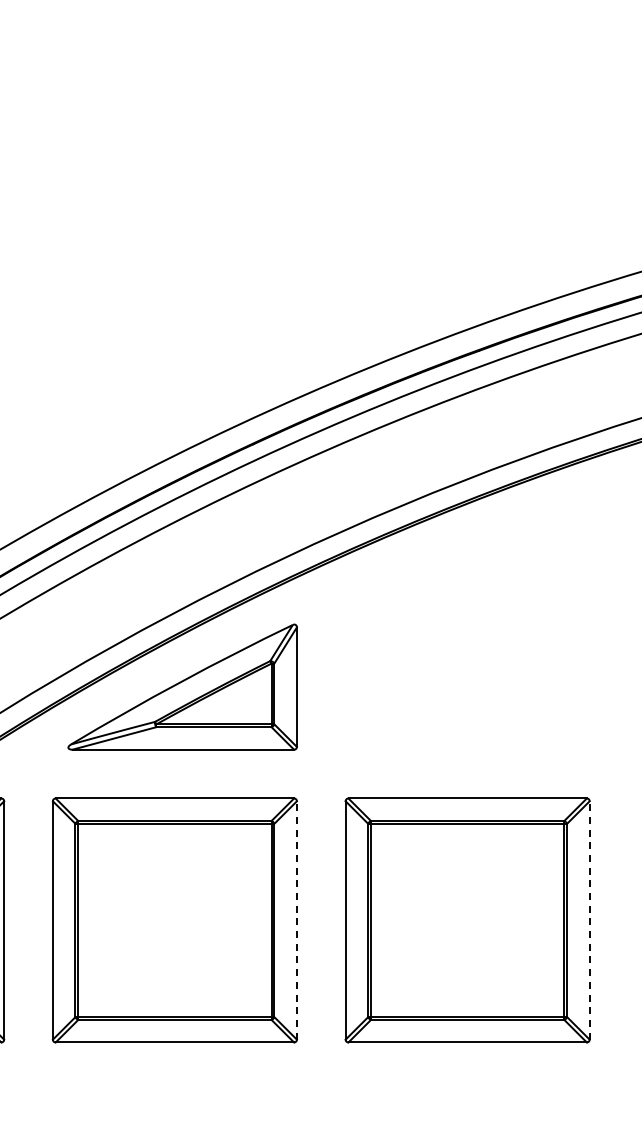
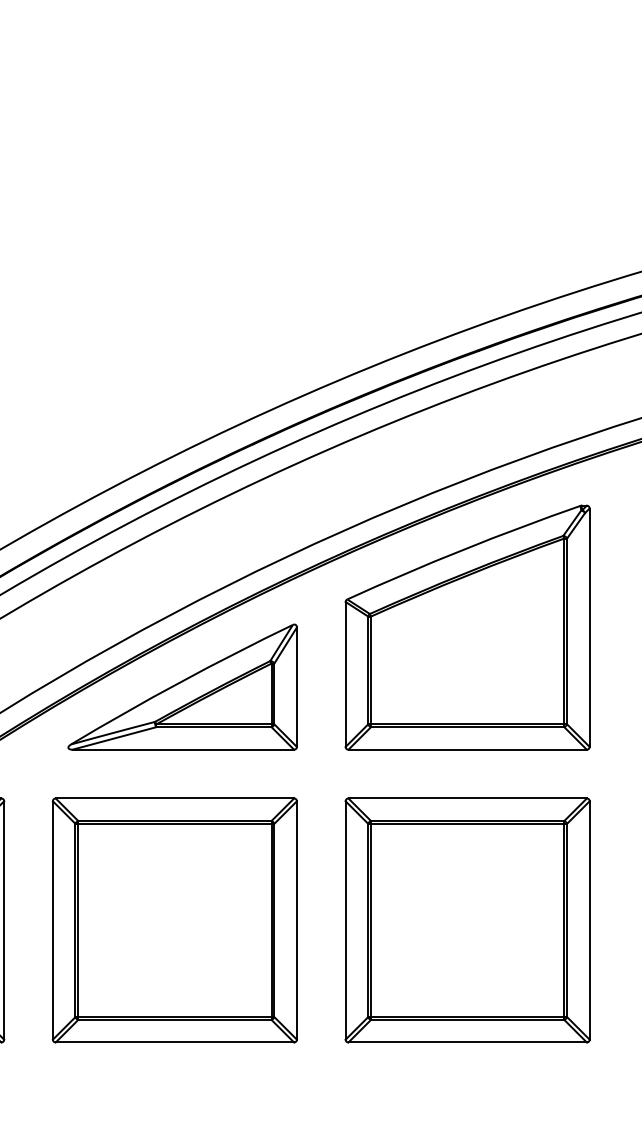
part at (467, 627): none -> present
line at (296, 919): dashed -> solid
line at (589, 919): dashed -> solid
